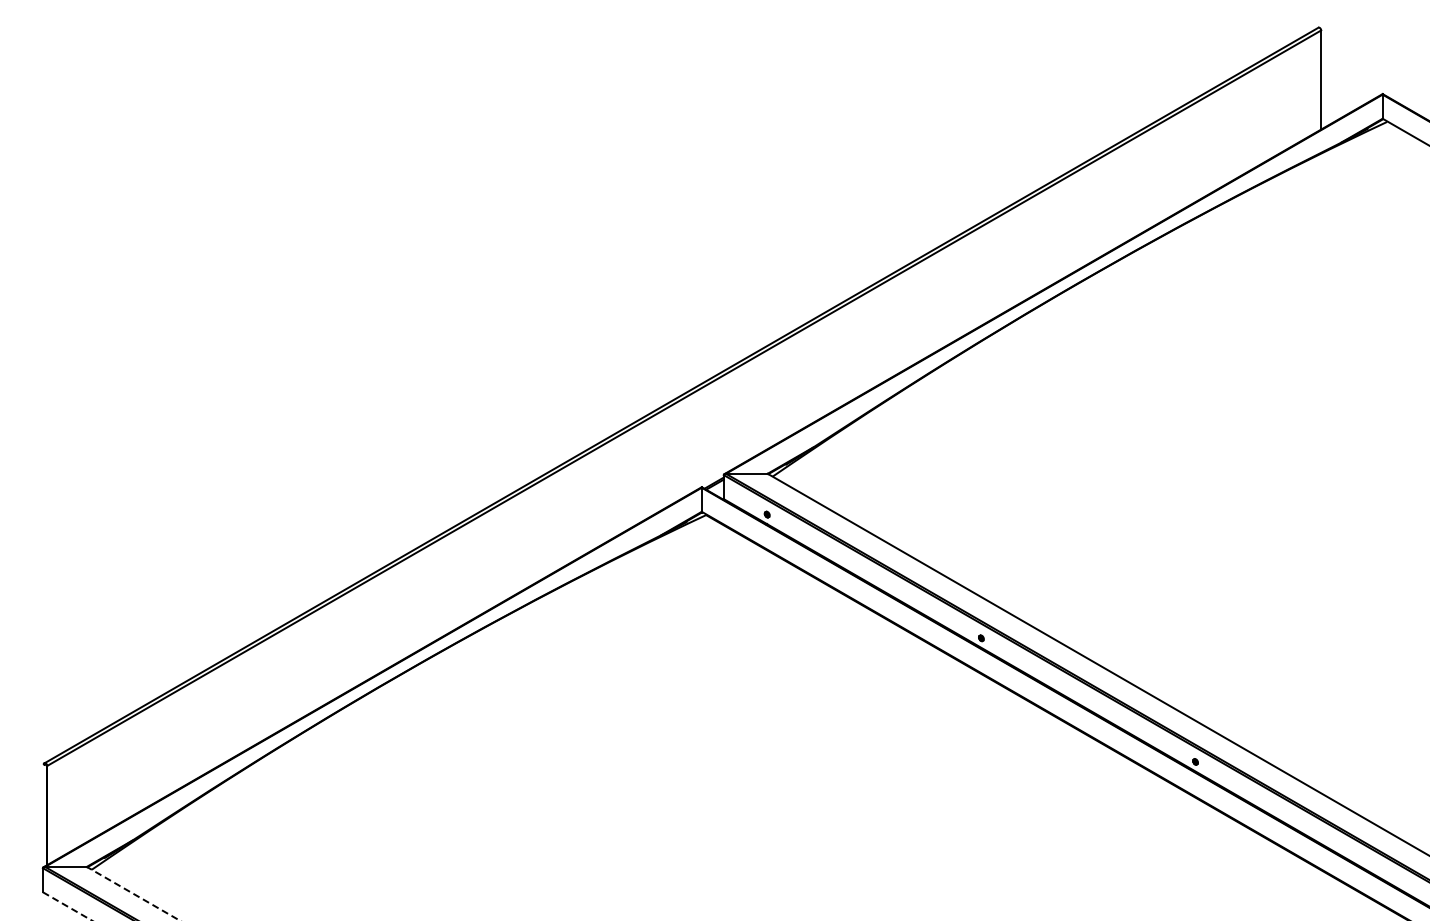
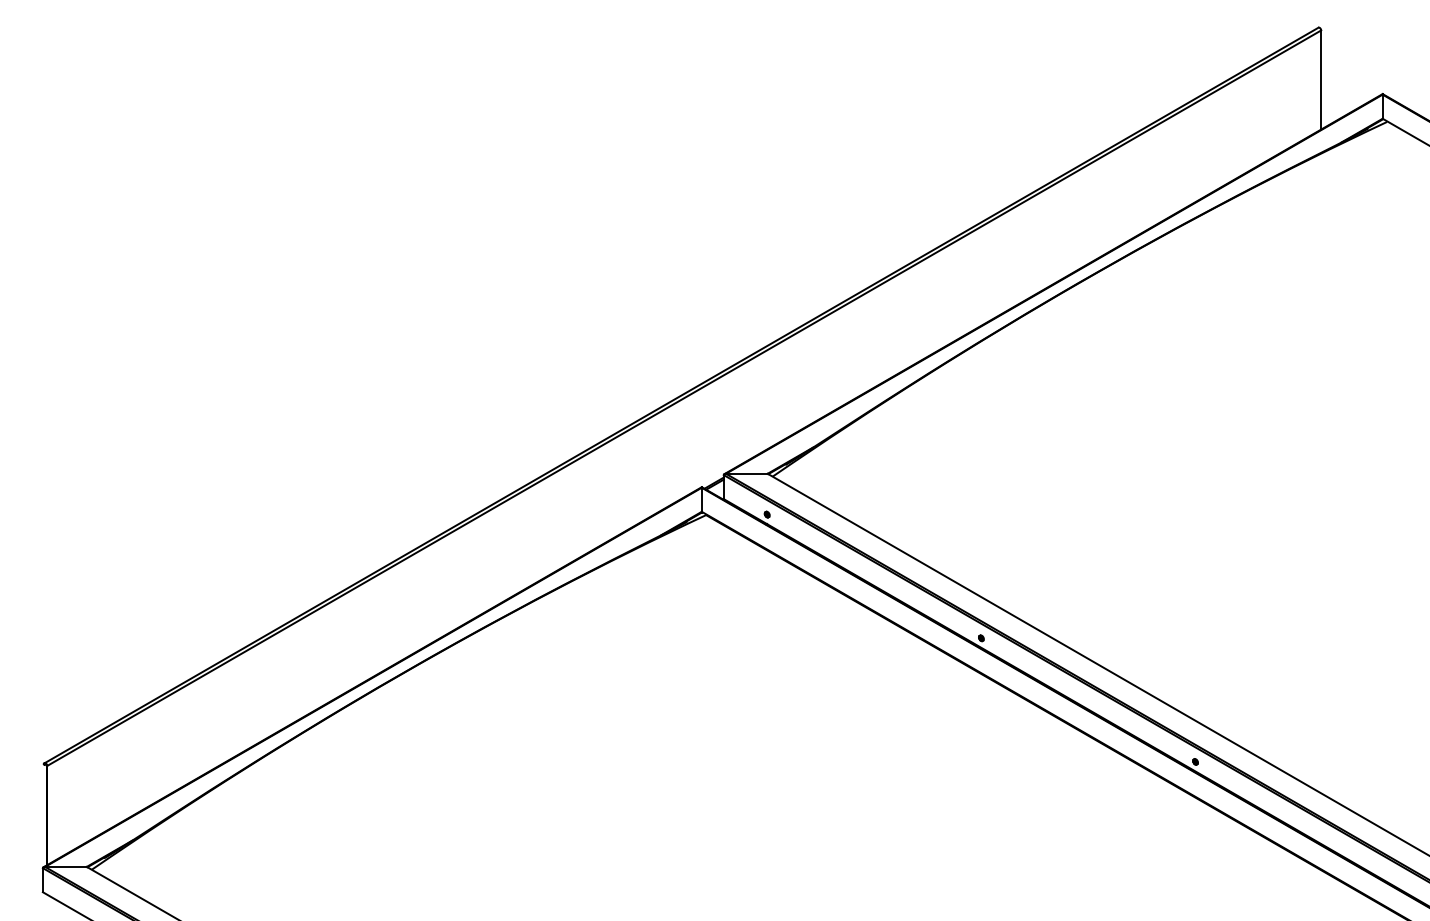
line at (133, 893): dashed -> solid
line at (68, 906): dashed -> solid
